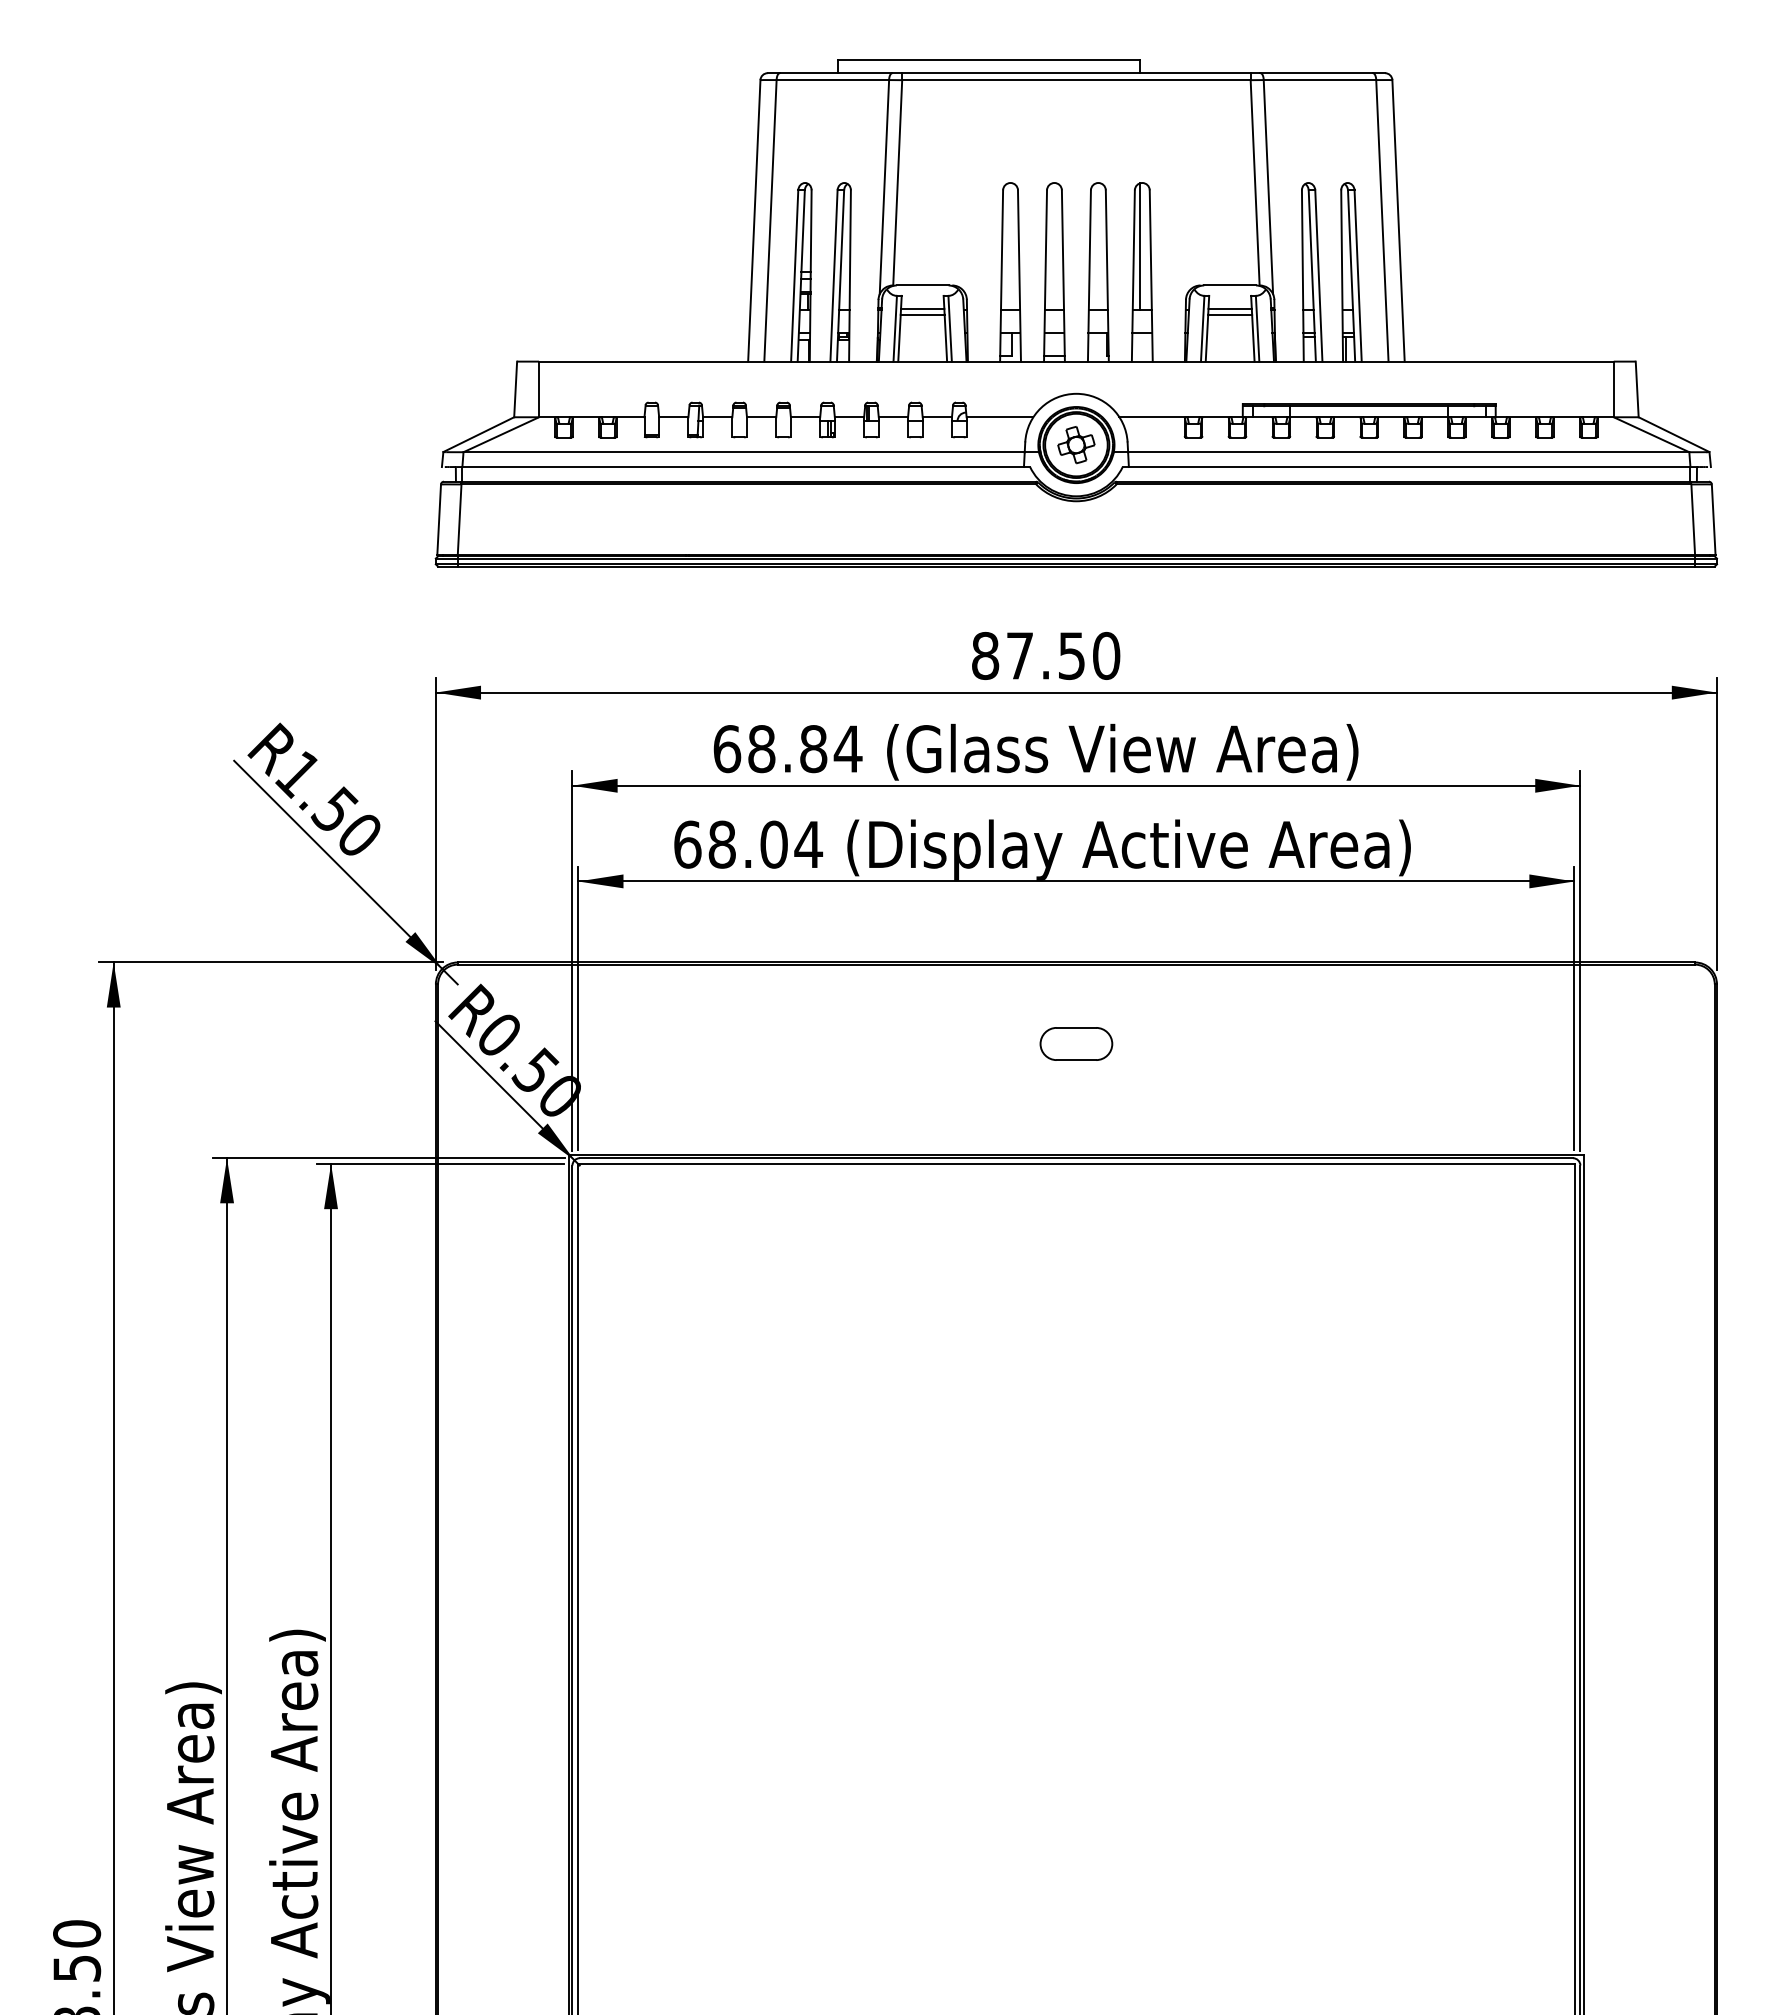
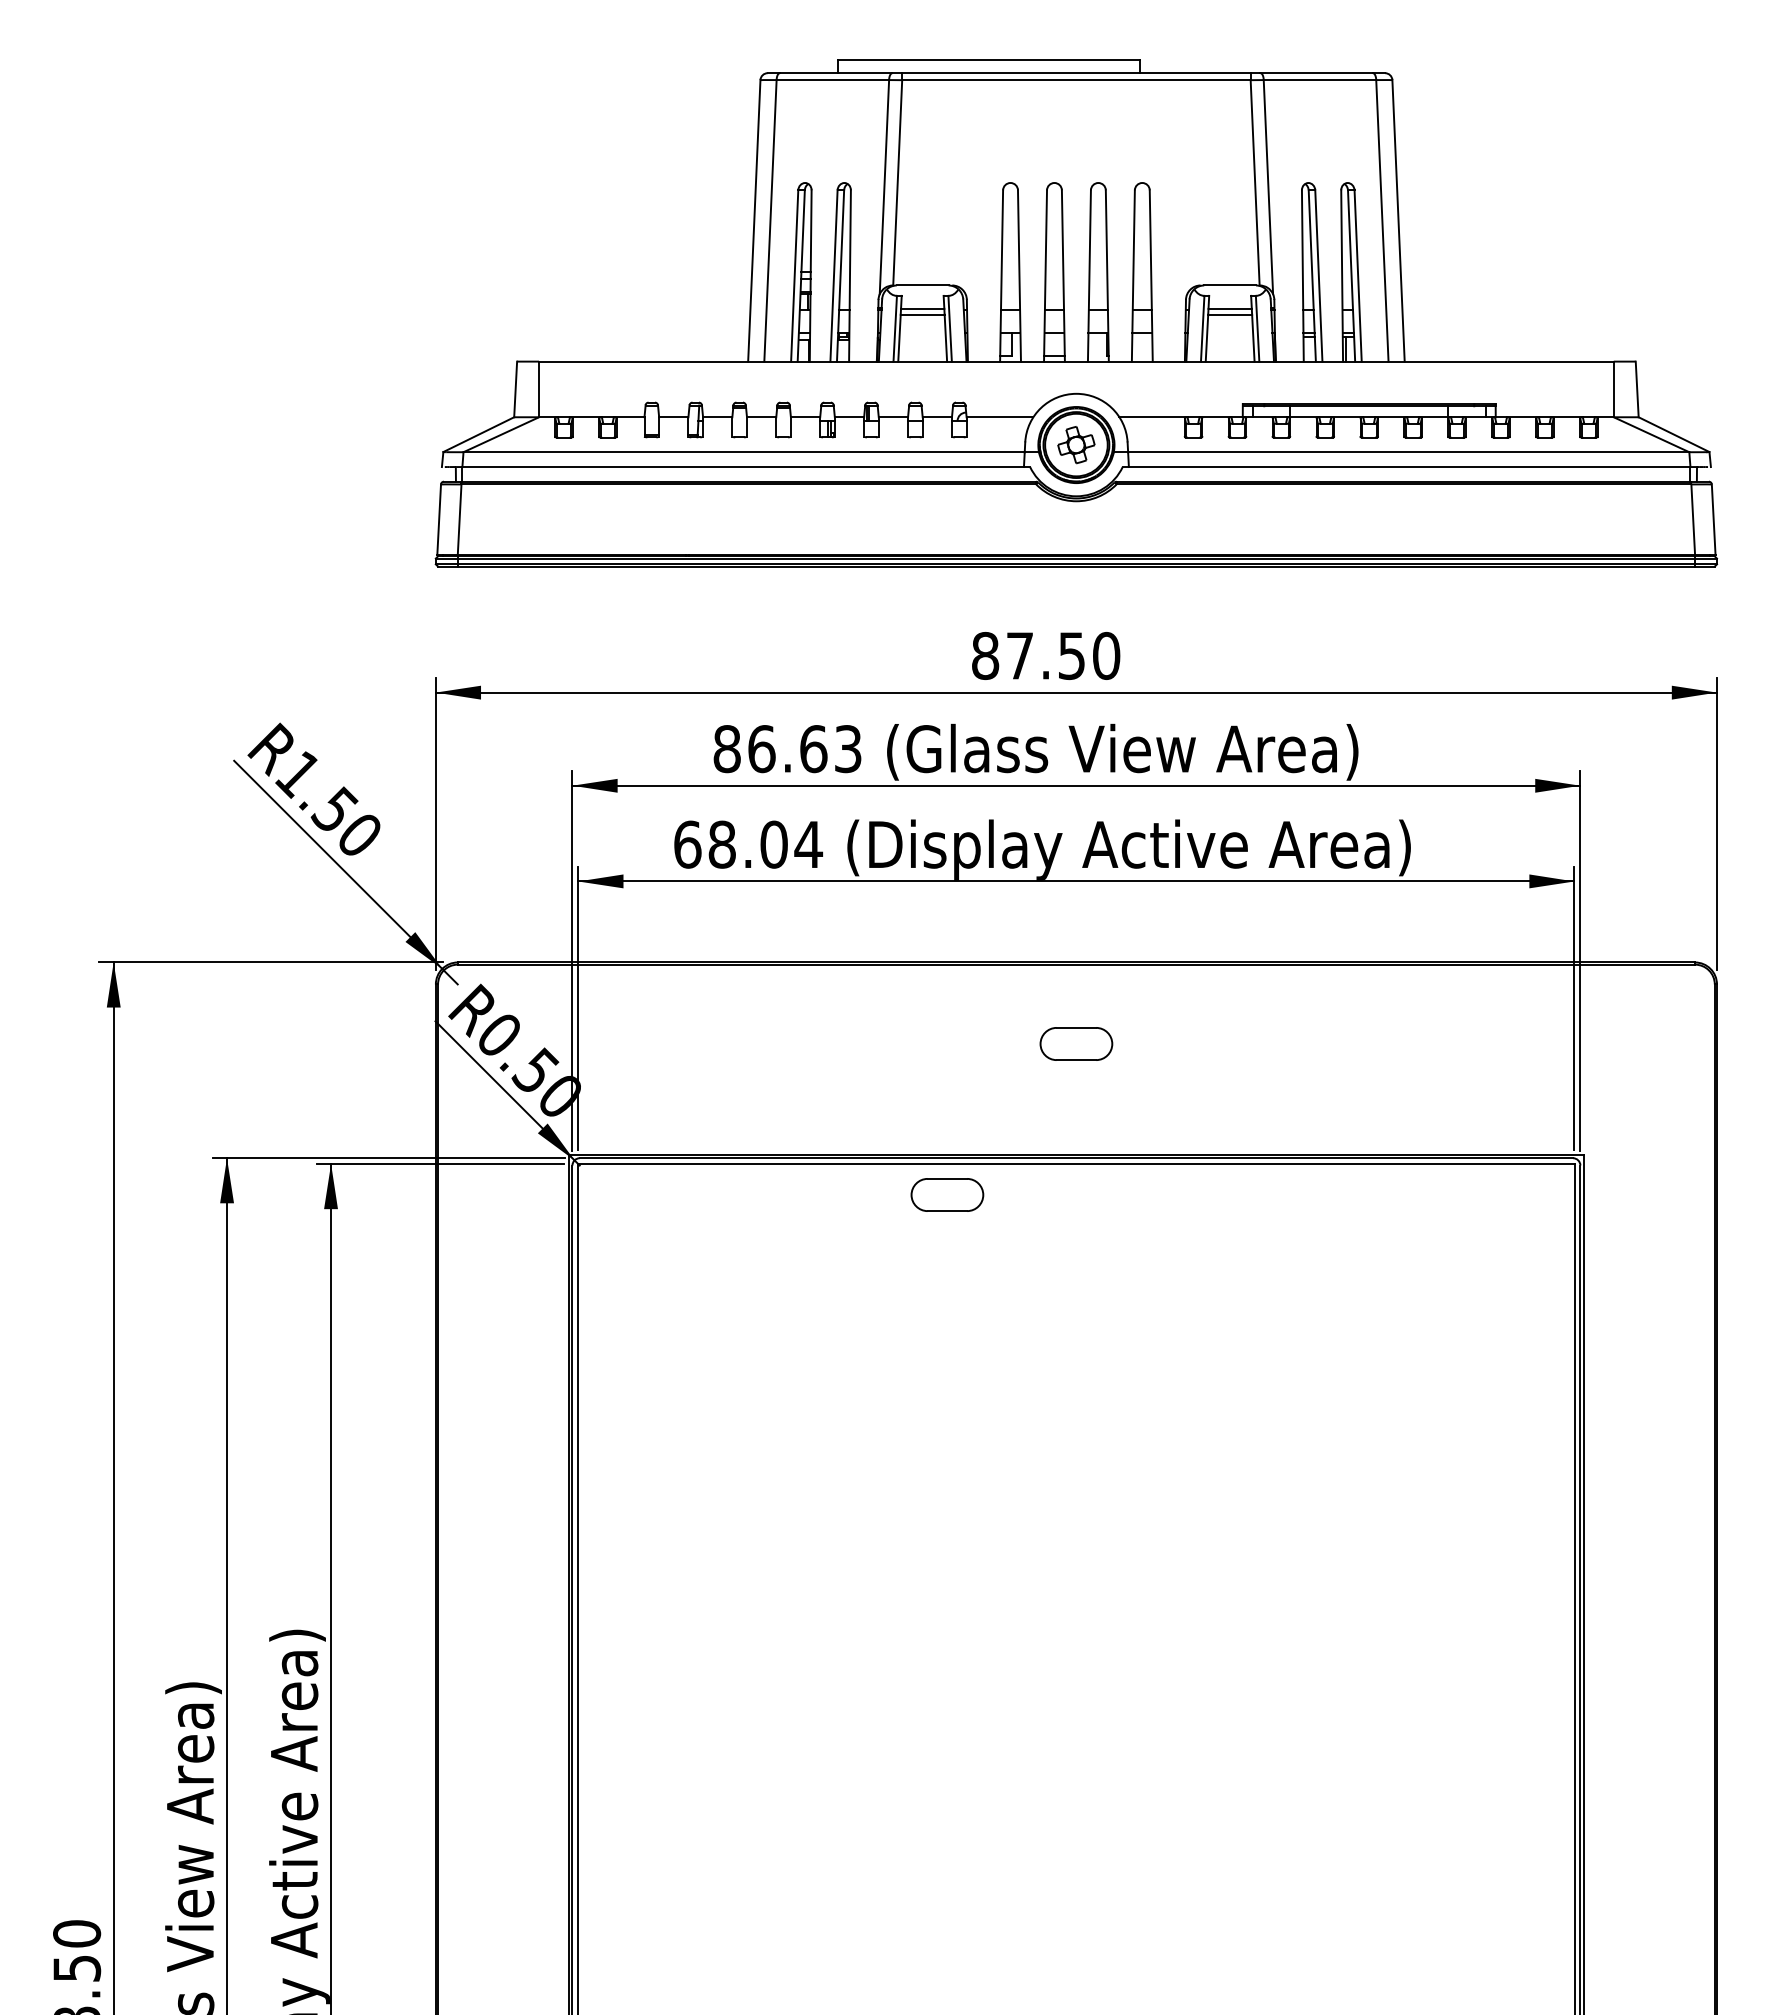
line at (1140, 246): present -> none
text at (787, 749): 68.84 -> 86.63
part at (947, 1194): none -> present
